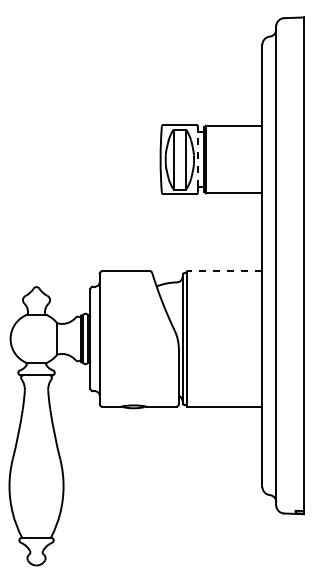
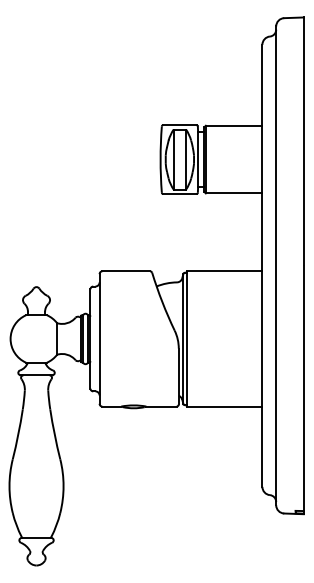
line at (198, 159): dashed -> solid
line at (224, 271): dashed -> solid
